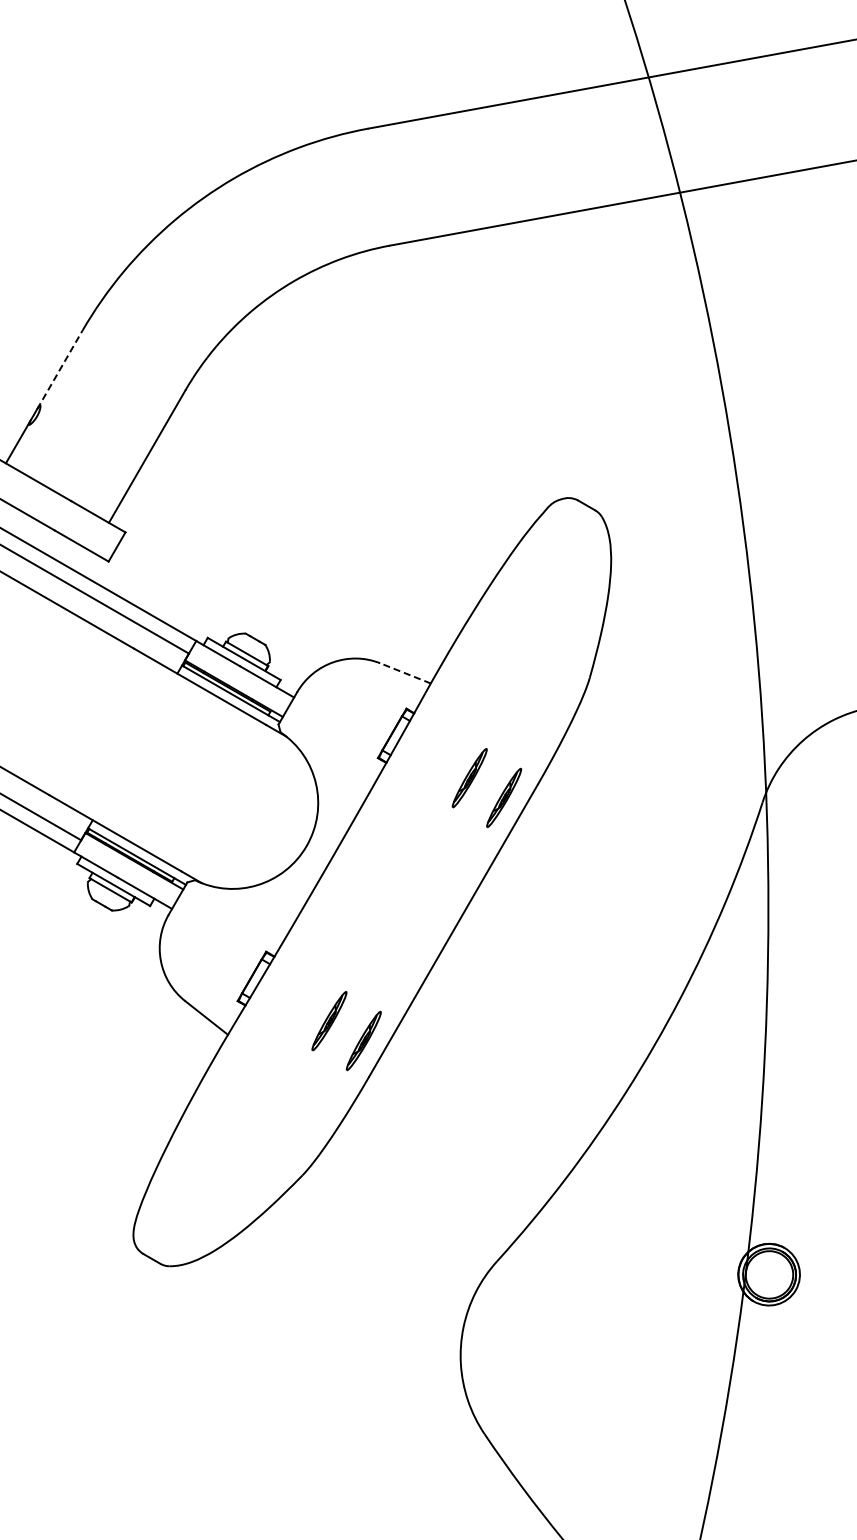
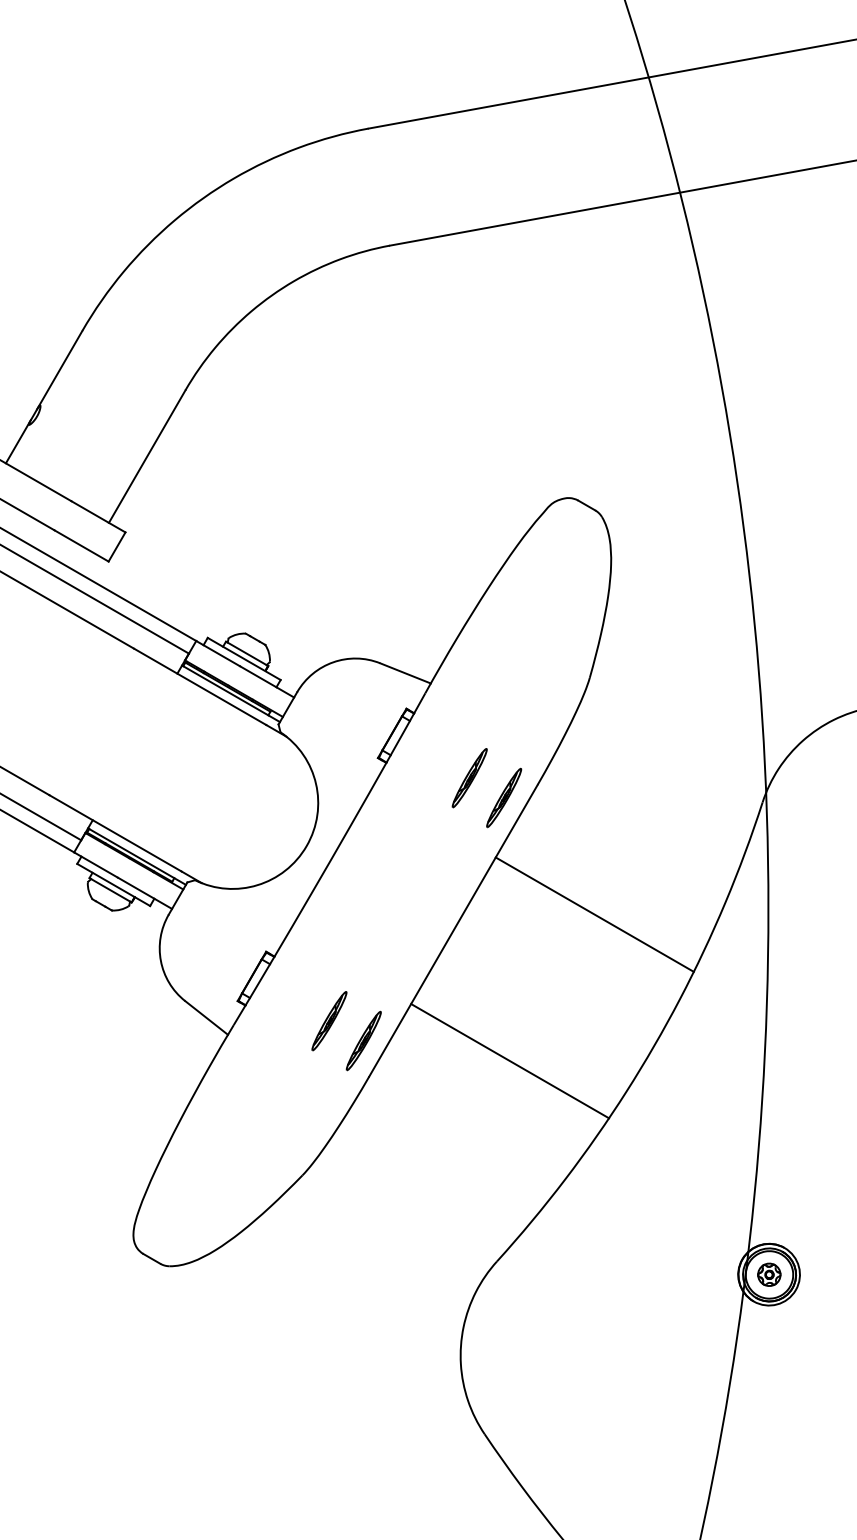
line at (60, 369): dashed -> solid
line at (405, 673): dashed -> solid
line at (594, 914): none -> present
line at (510, 1061): none -> present
part at (769, 1274): none -> present
